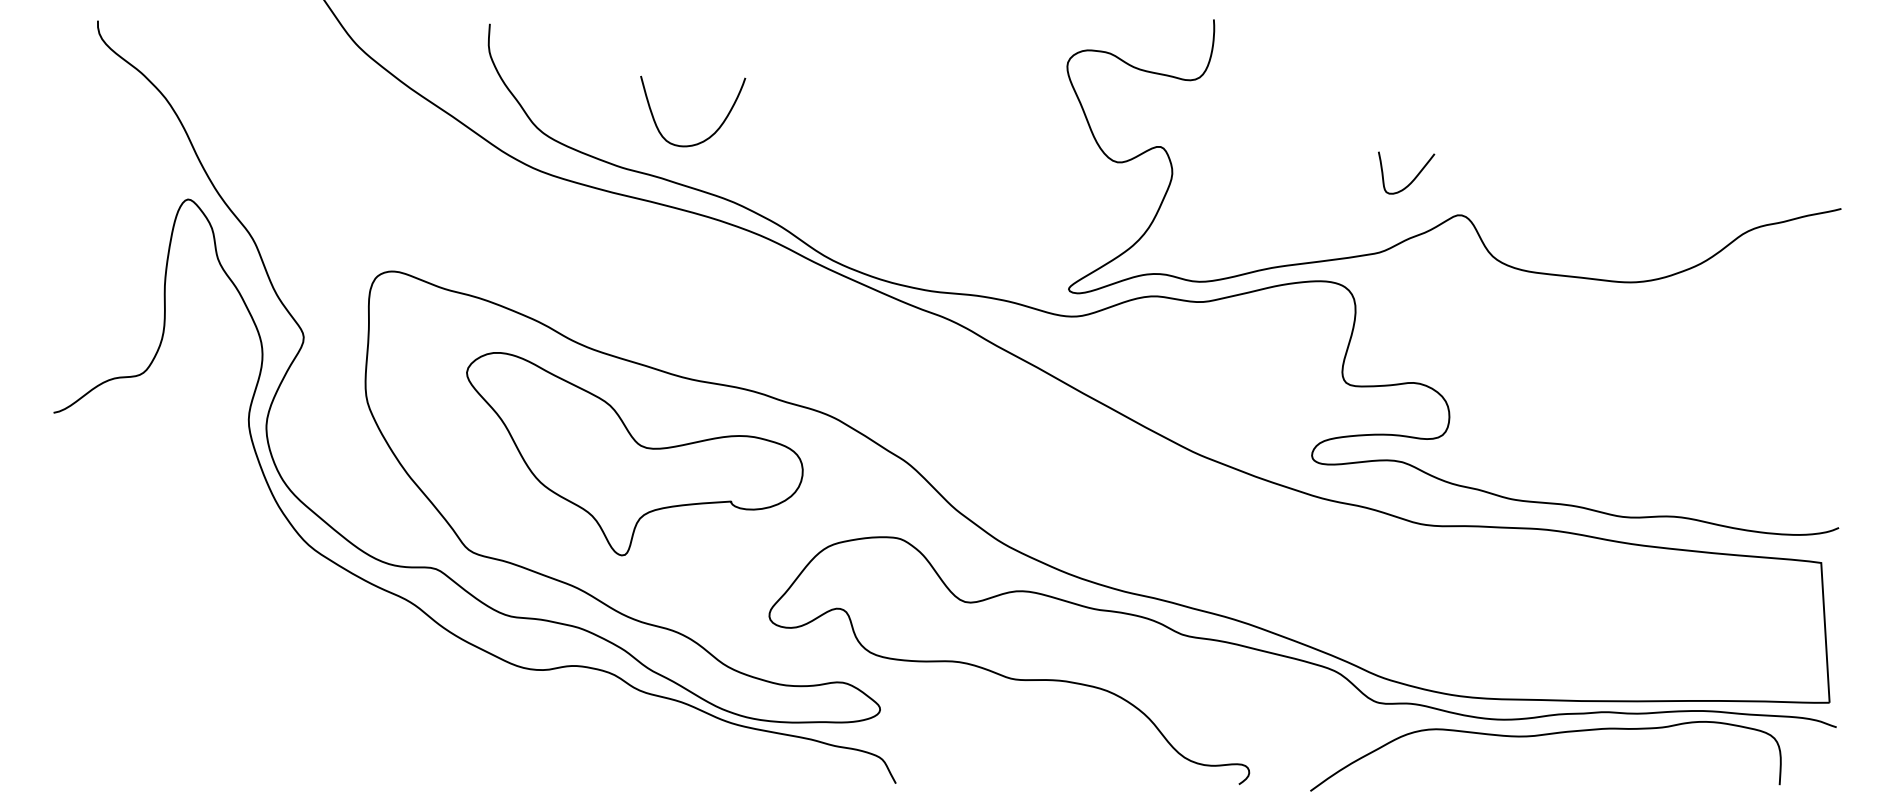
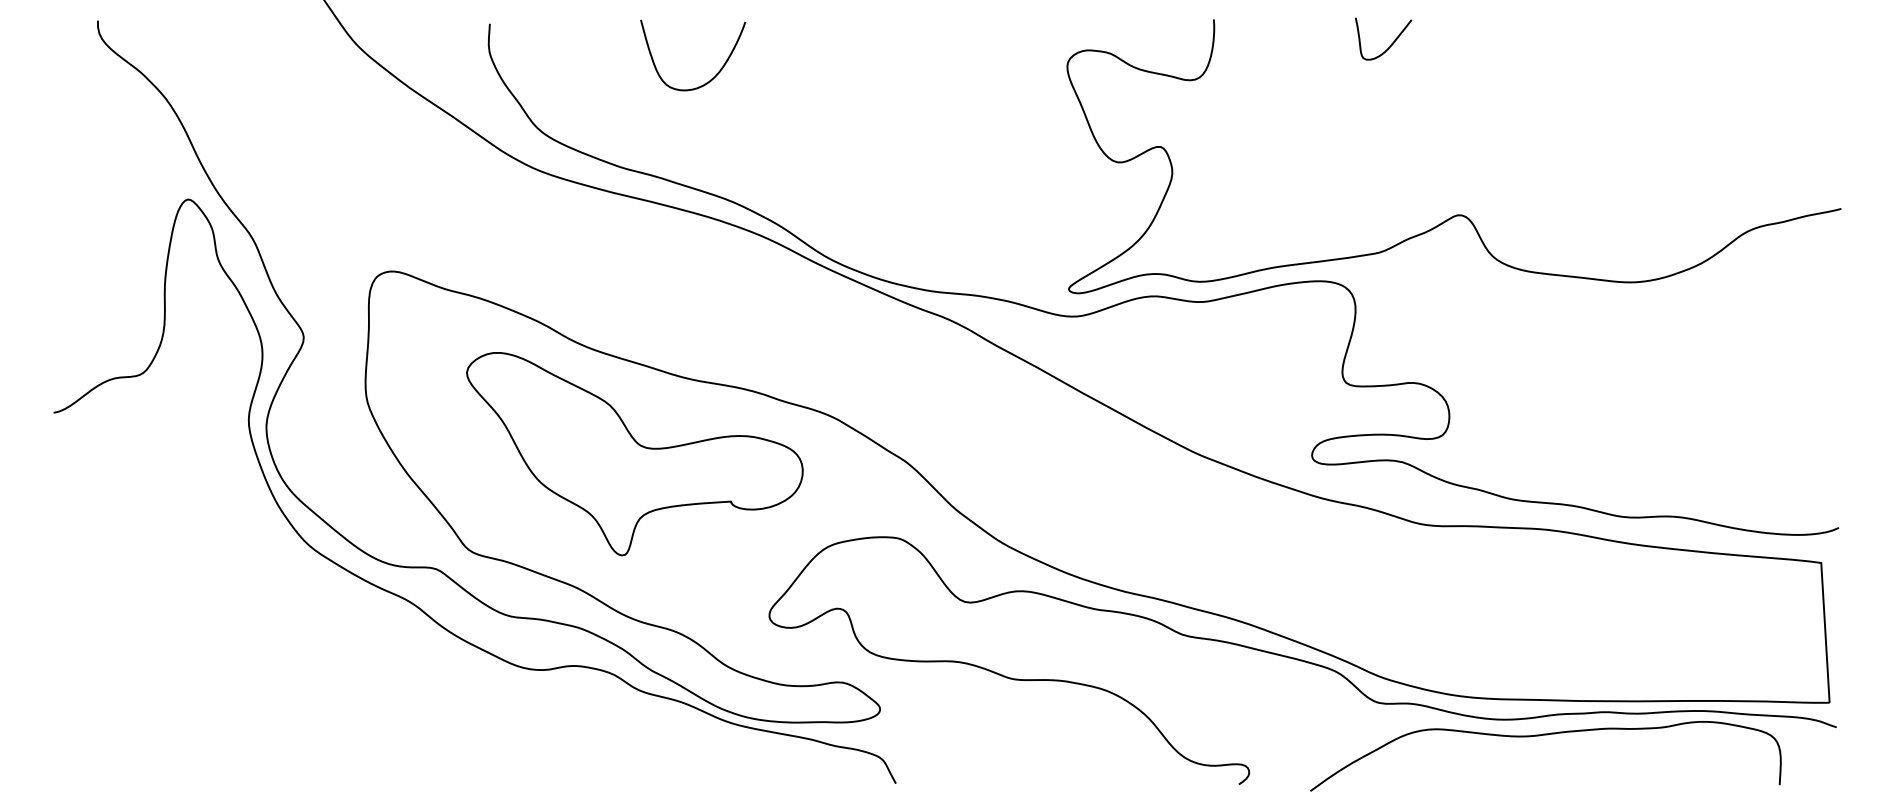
curve at (715, 130) position: (715, 130) -> (715, 74)
curve at (1413, 178) position: (1413, 178) -> (1390, 44)
